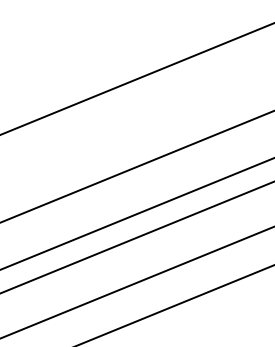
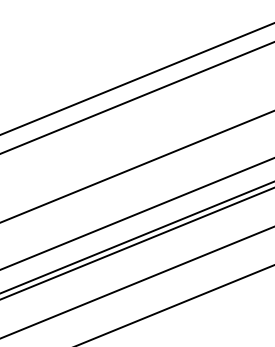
line at (136, 97): none -> present
line at (136, 243): none -> present
